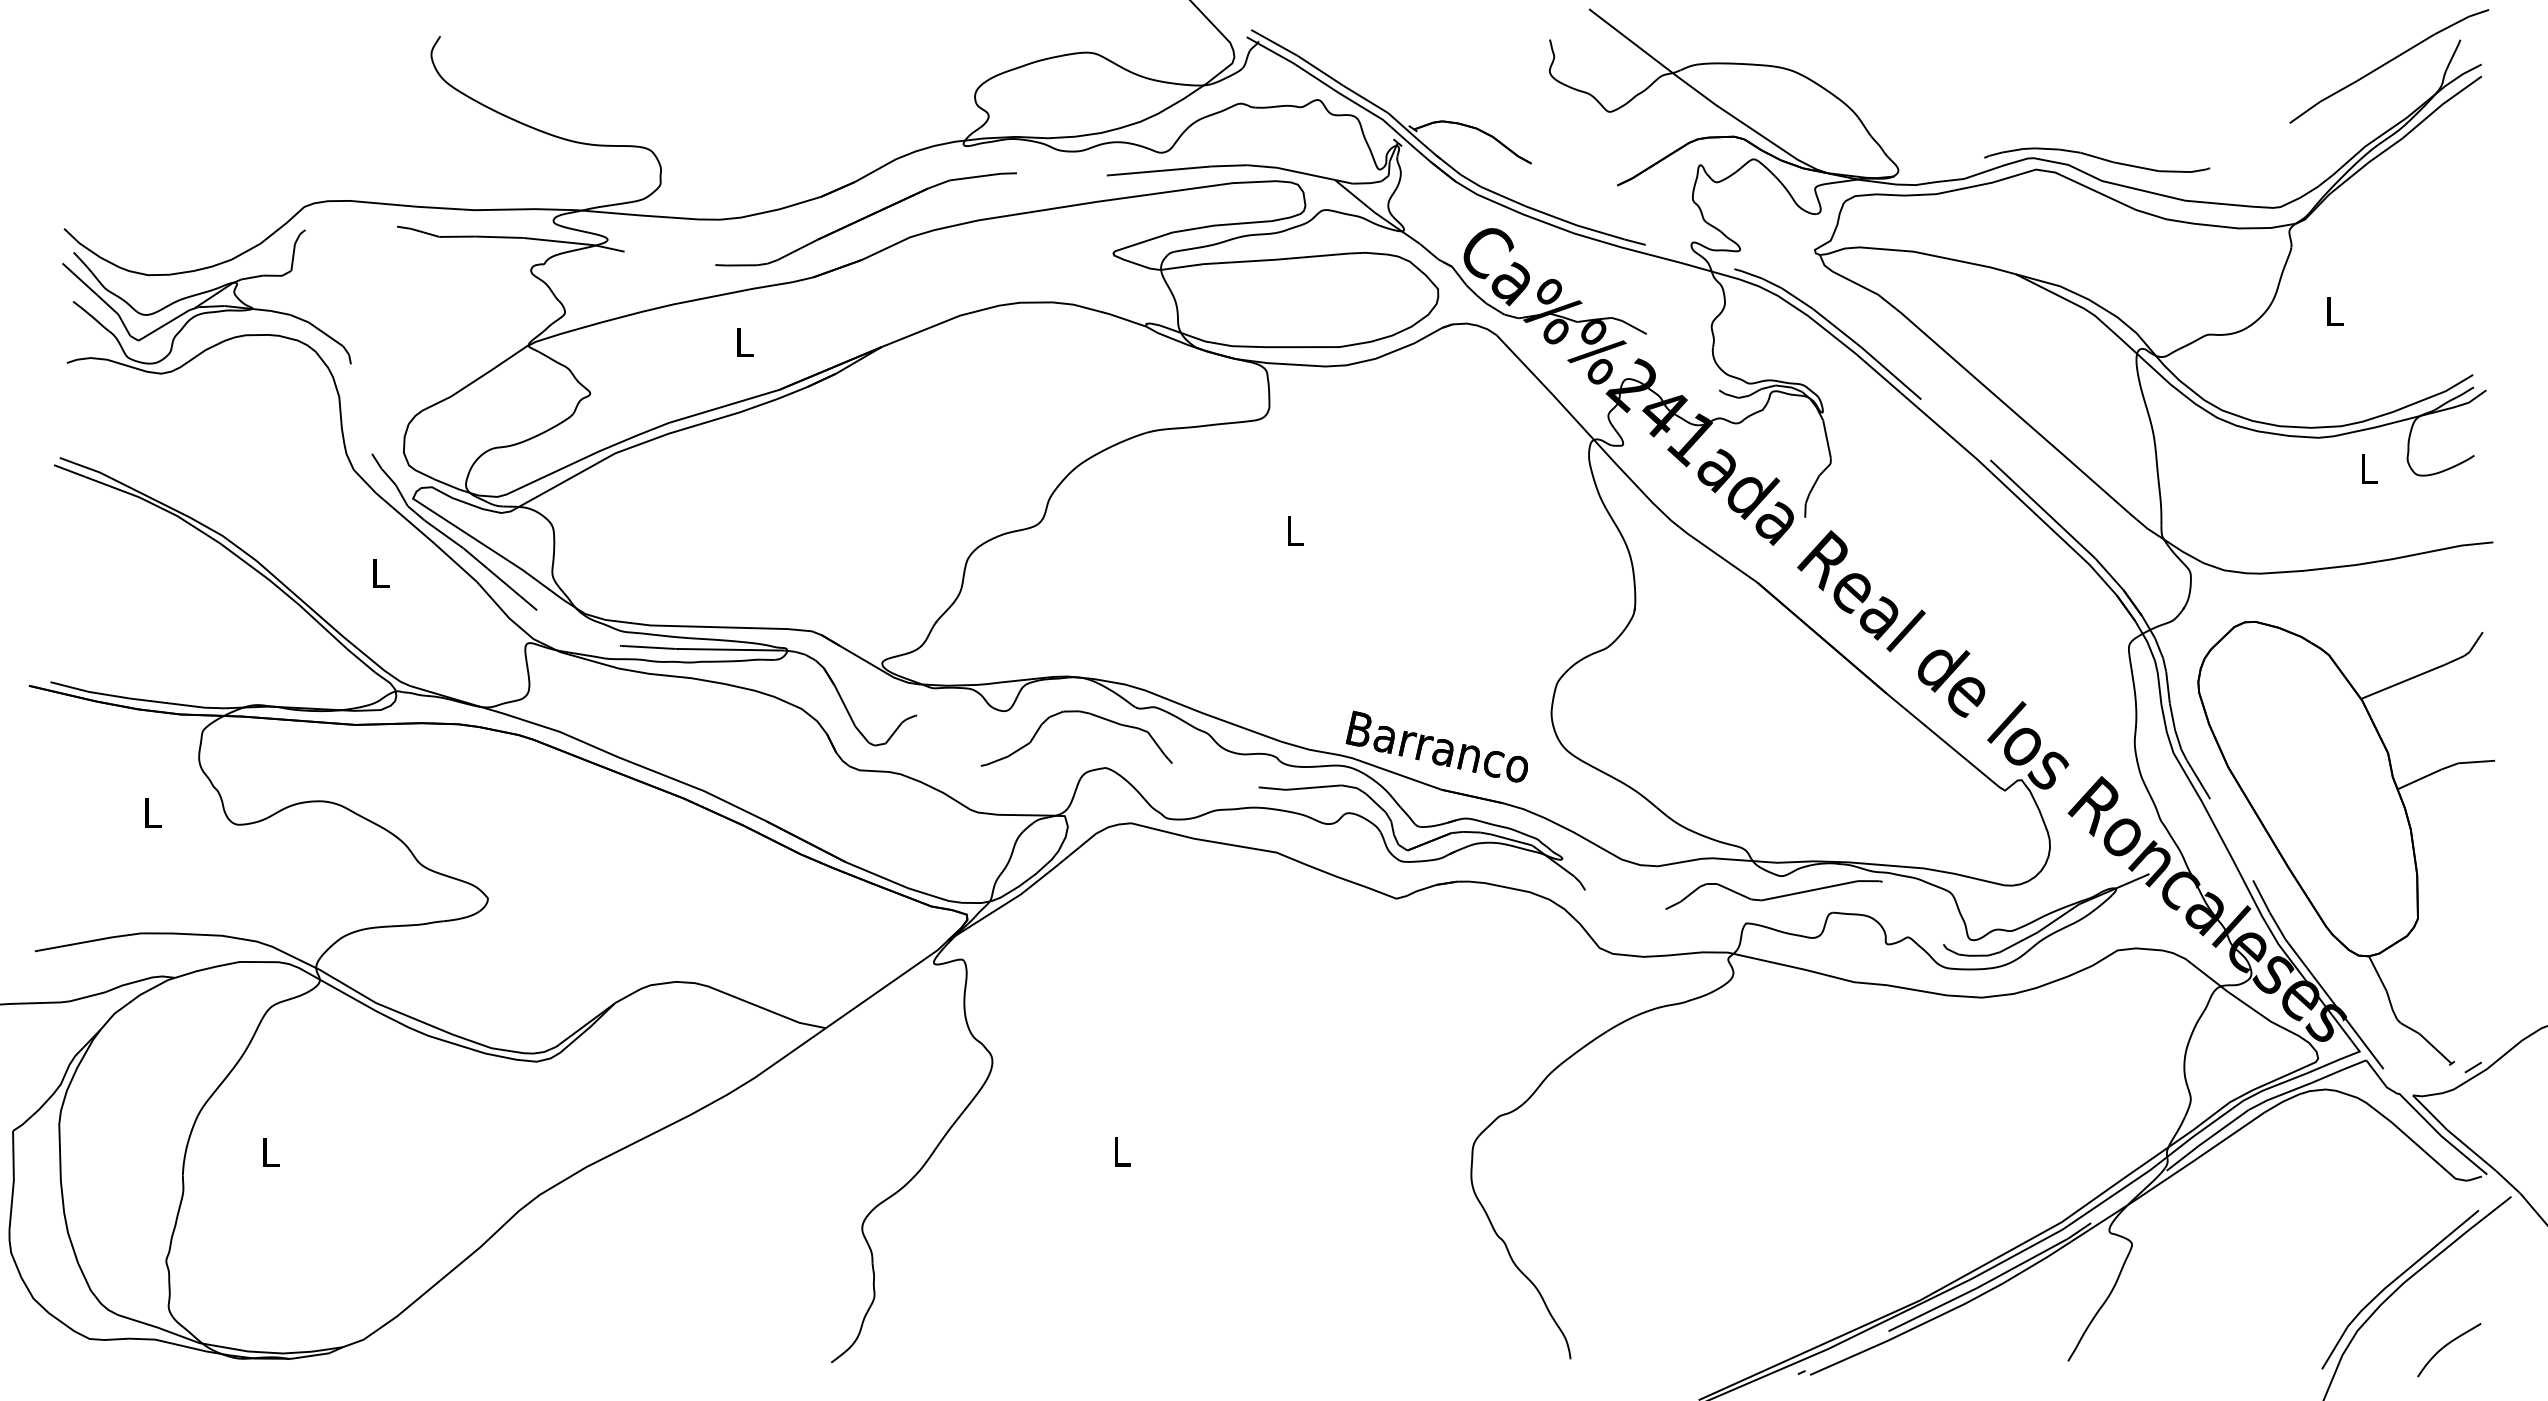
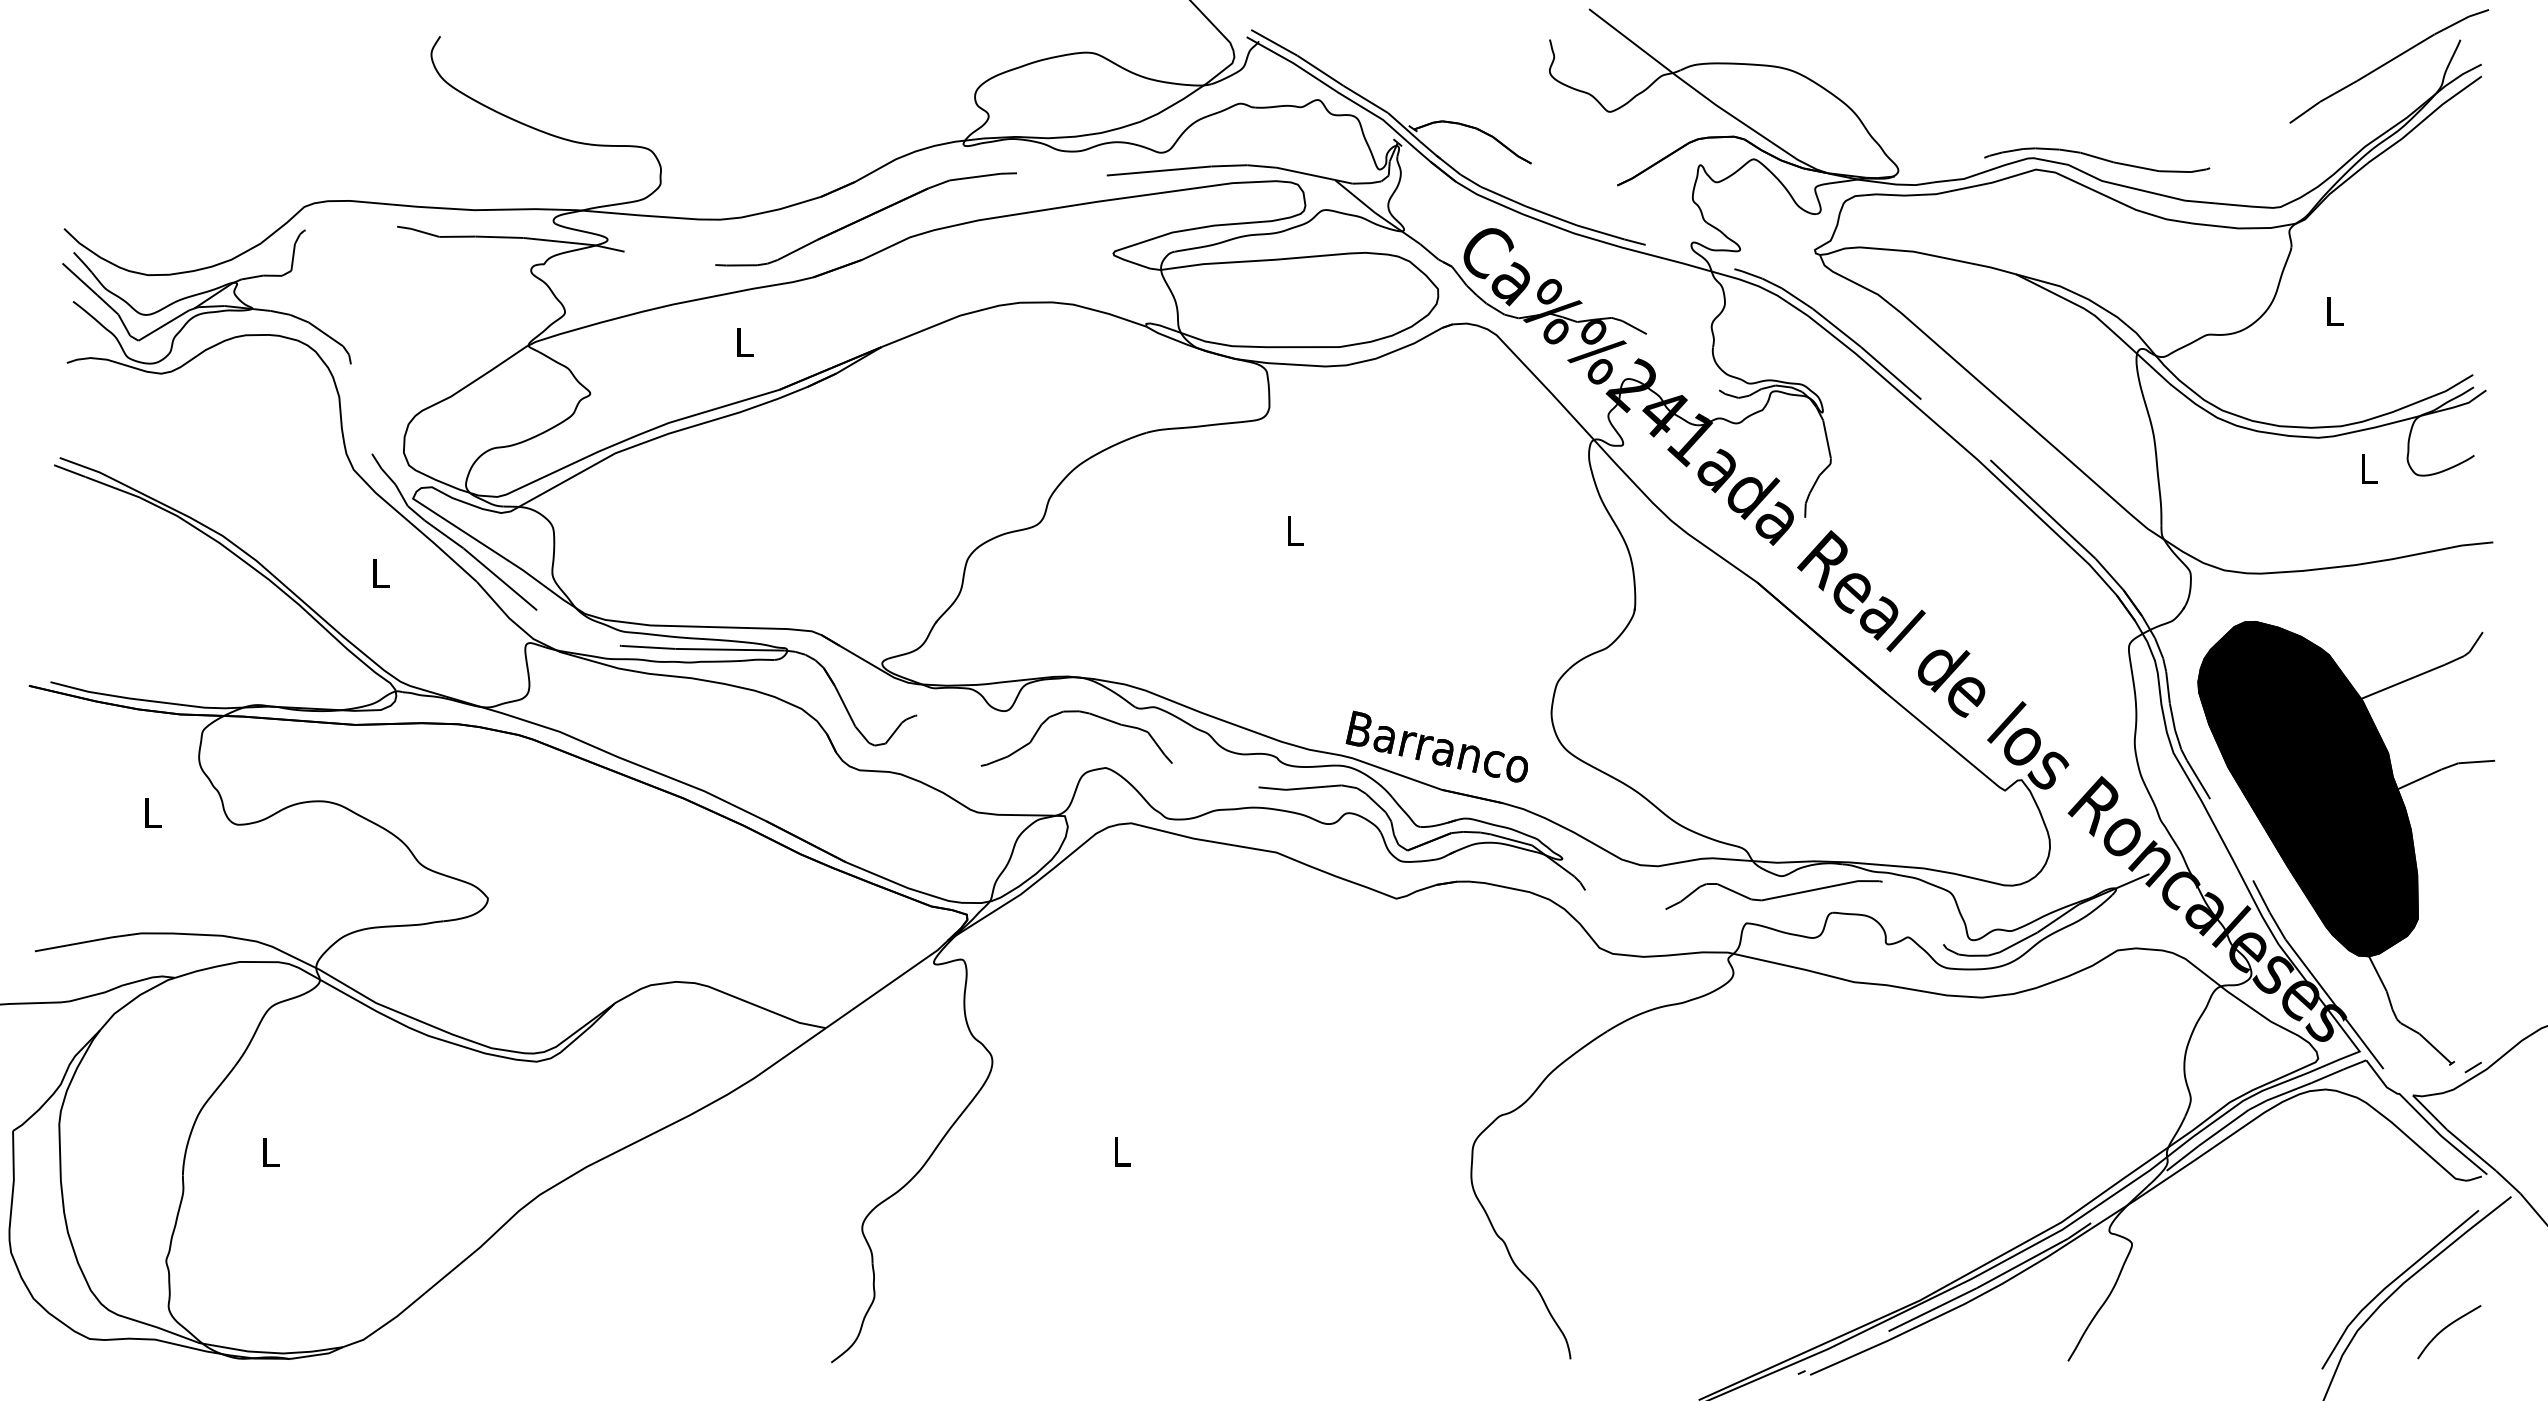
fill at (2307, 788): none -> present
curve at (2446, 1346) position: (2446, 1346) -> (2446, 1328)
